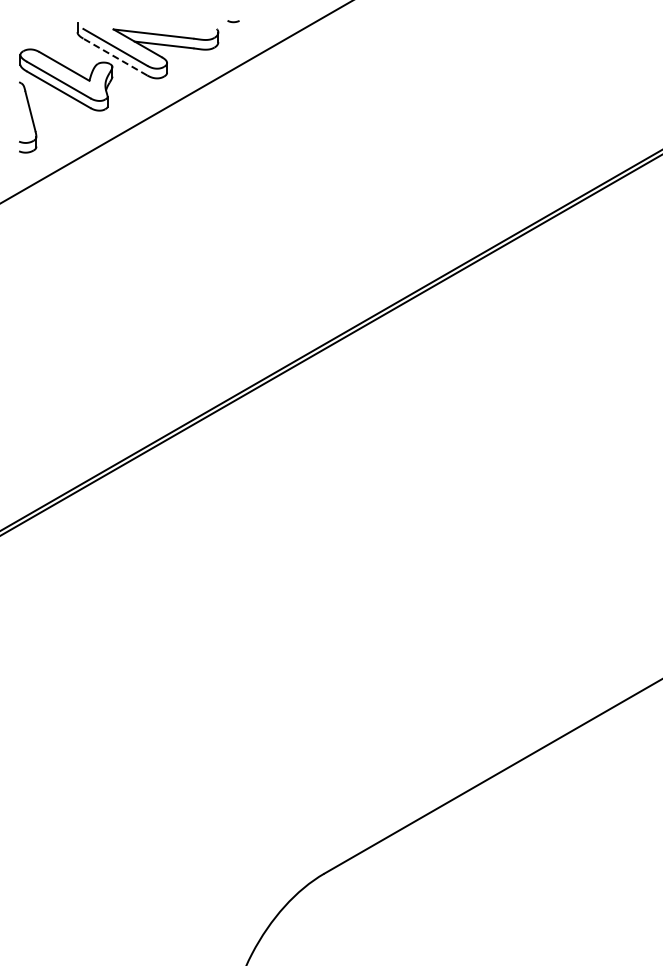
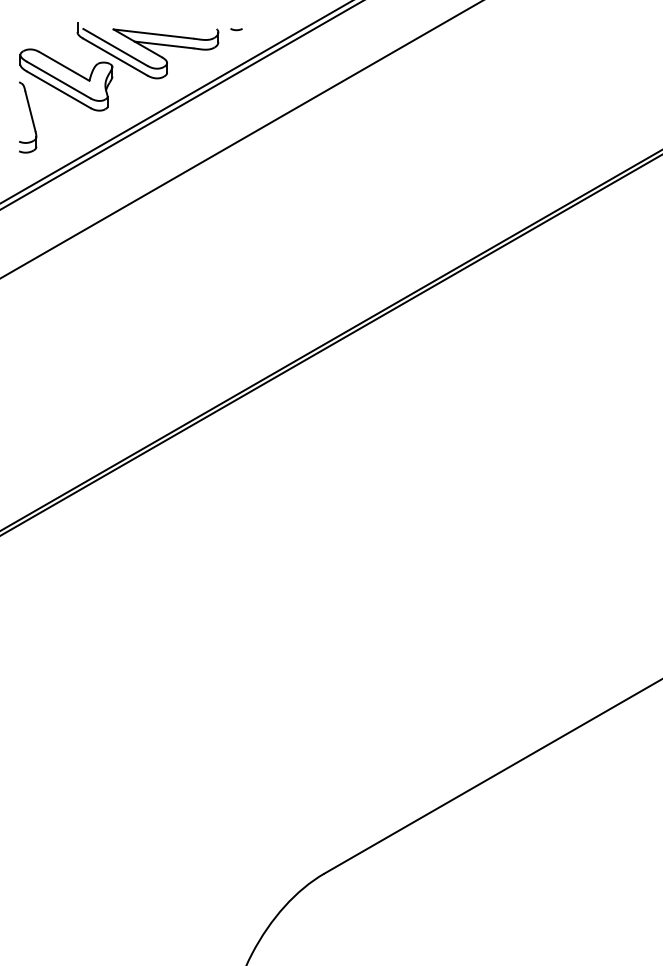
curve at (233, 21) position: (233, 21) -> (236, 29)
line at (115, 57): dashed -> solid
line at (181, 105): none -> present
line at (241, 139): none -> present
